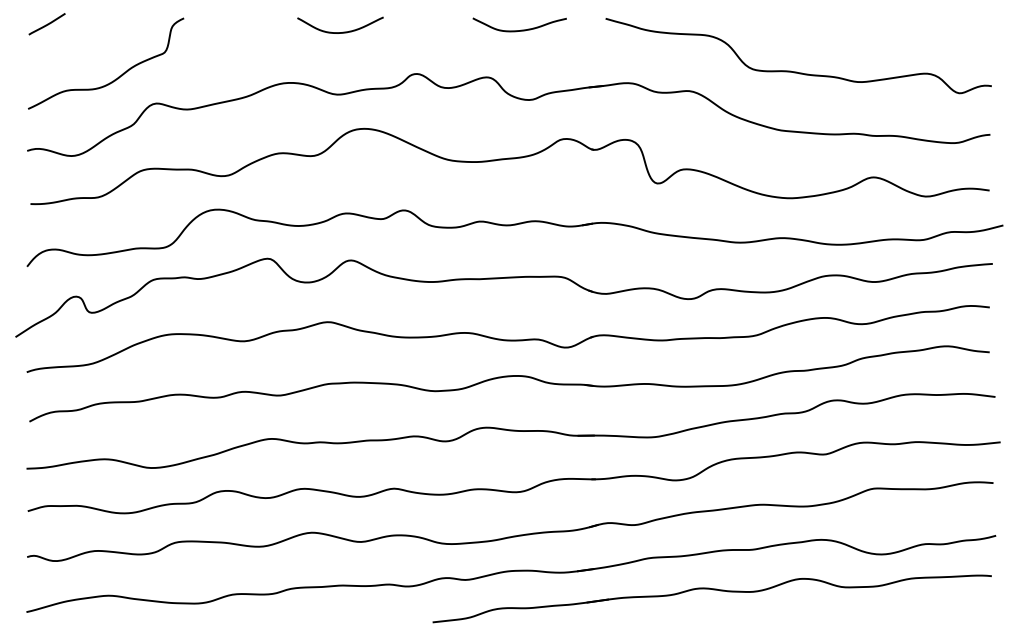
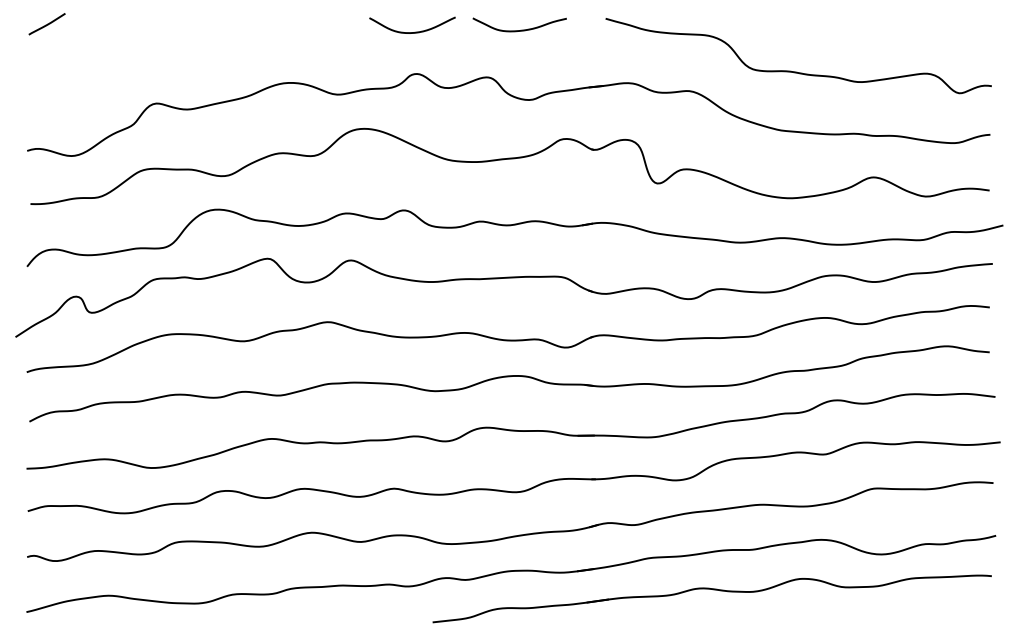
curve at (343, 31) position: (343, 31) -> (415, 31)
curve at (115, 78): present -> none
